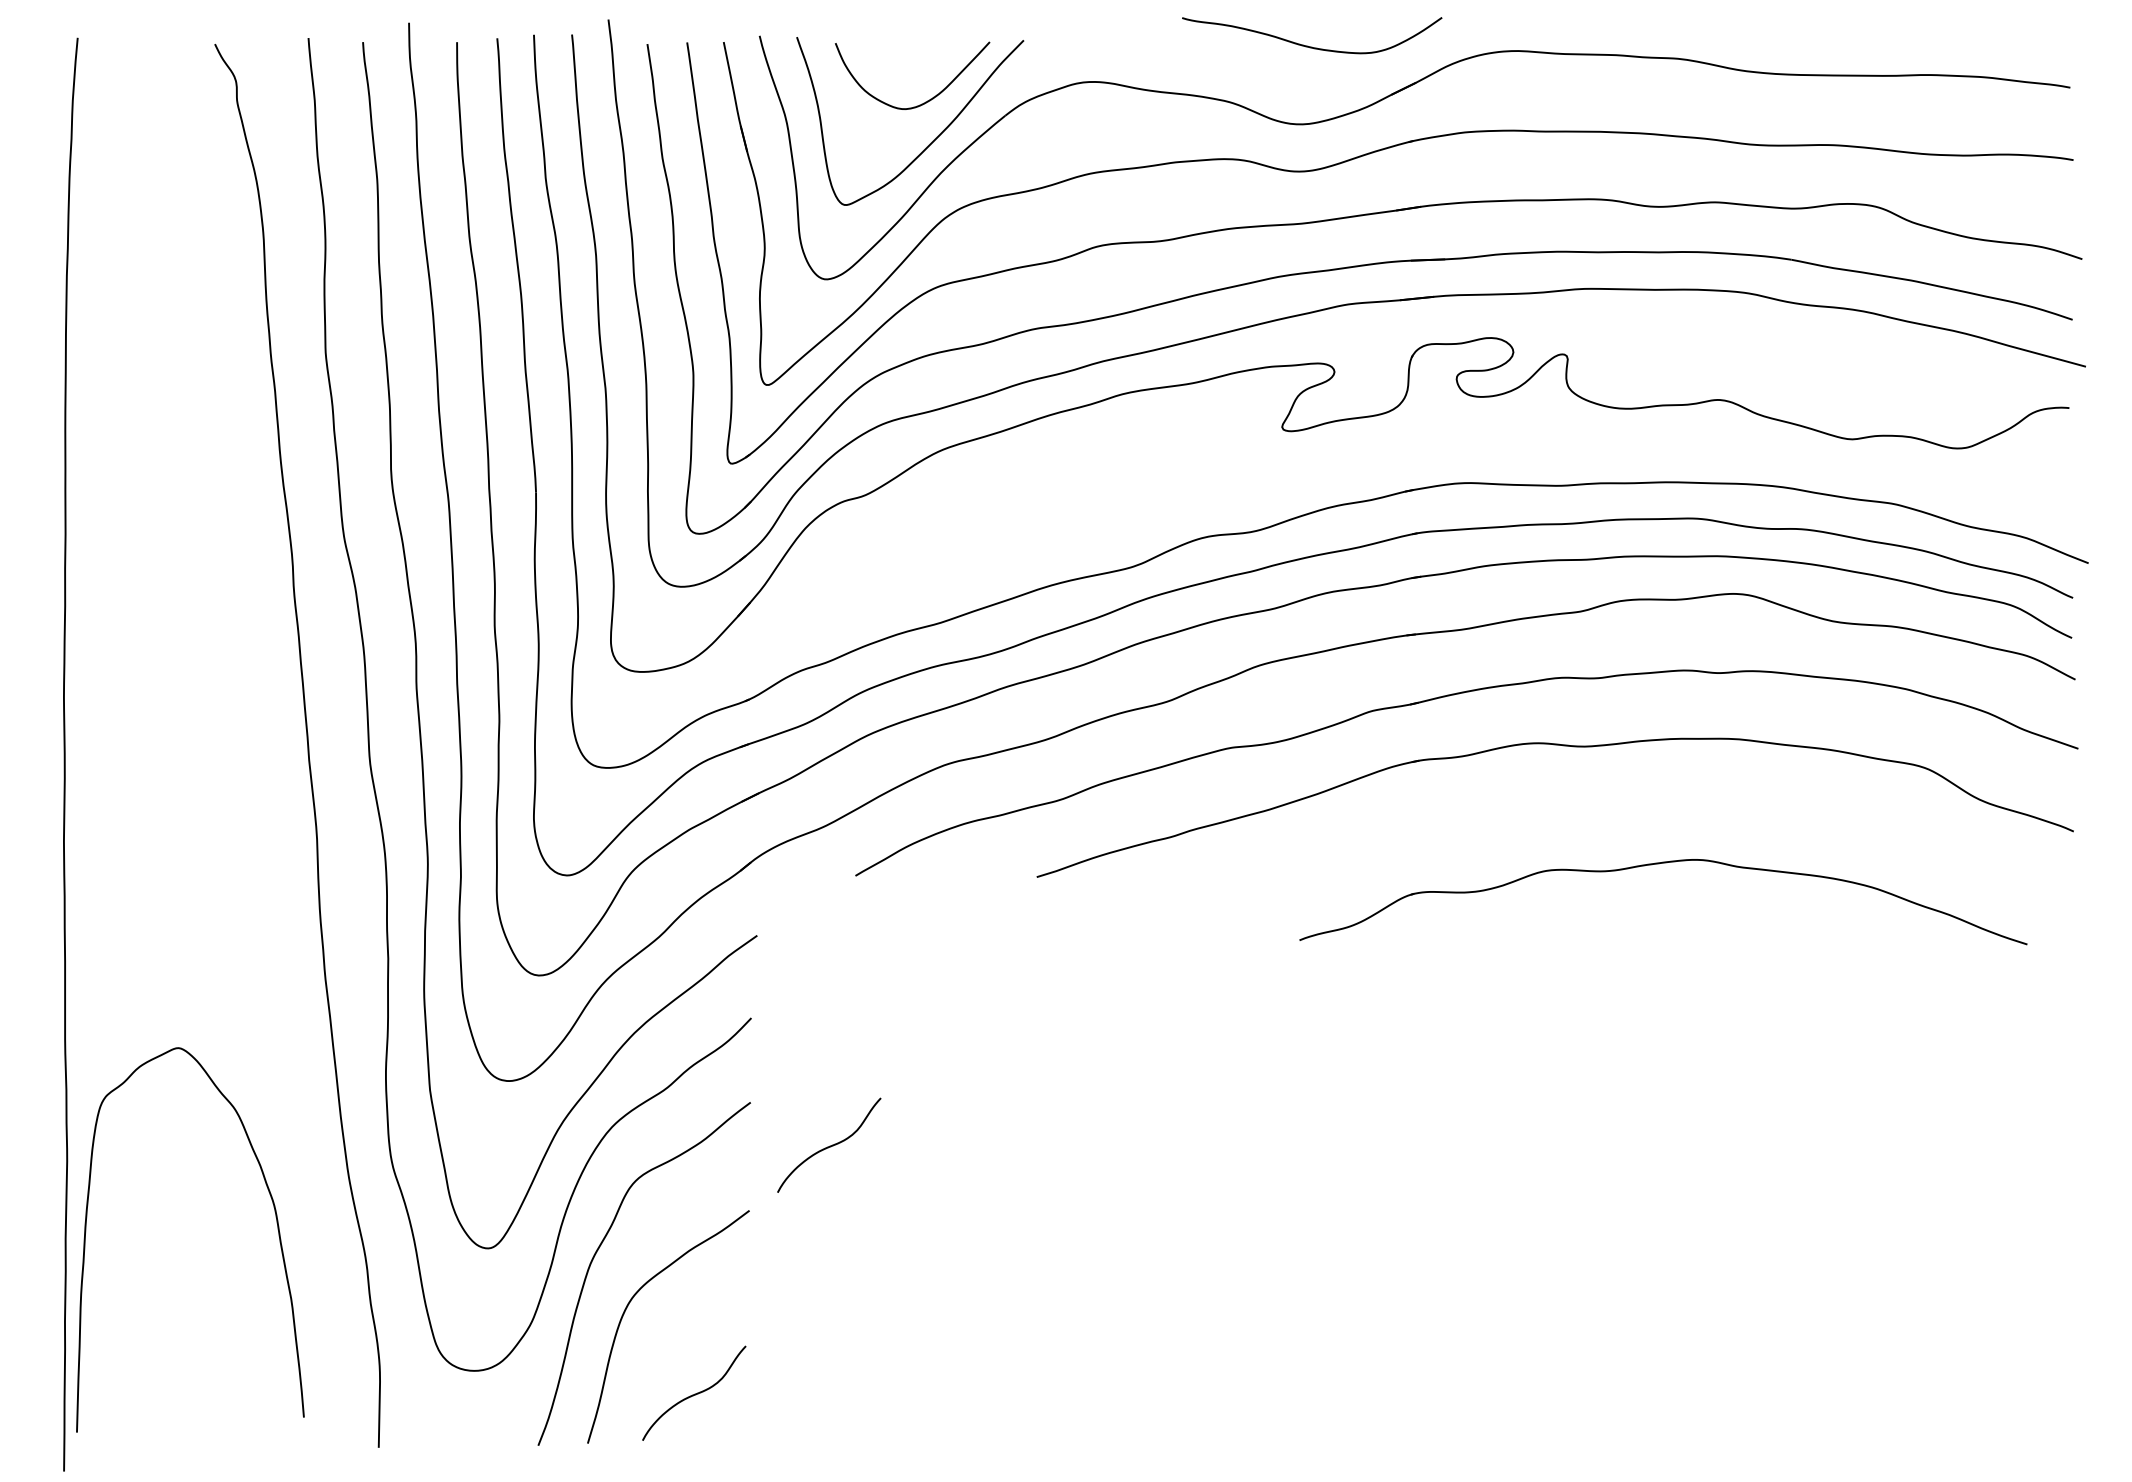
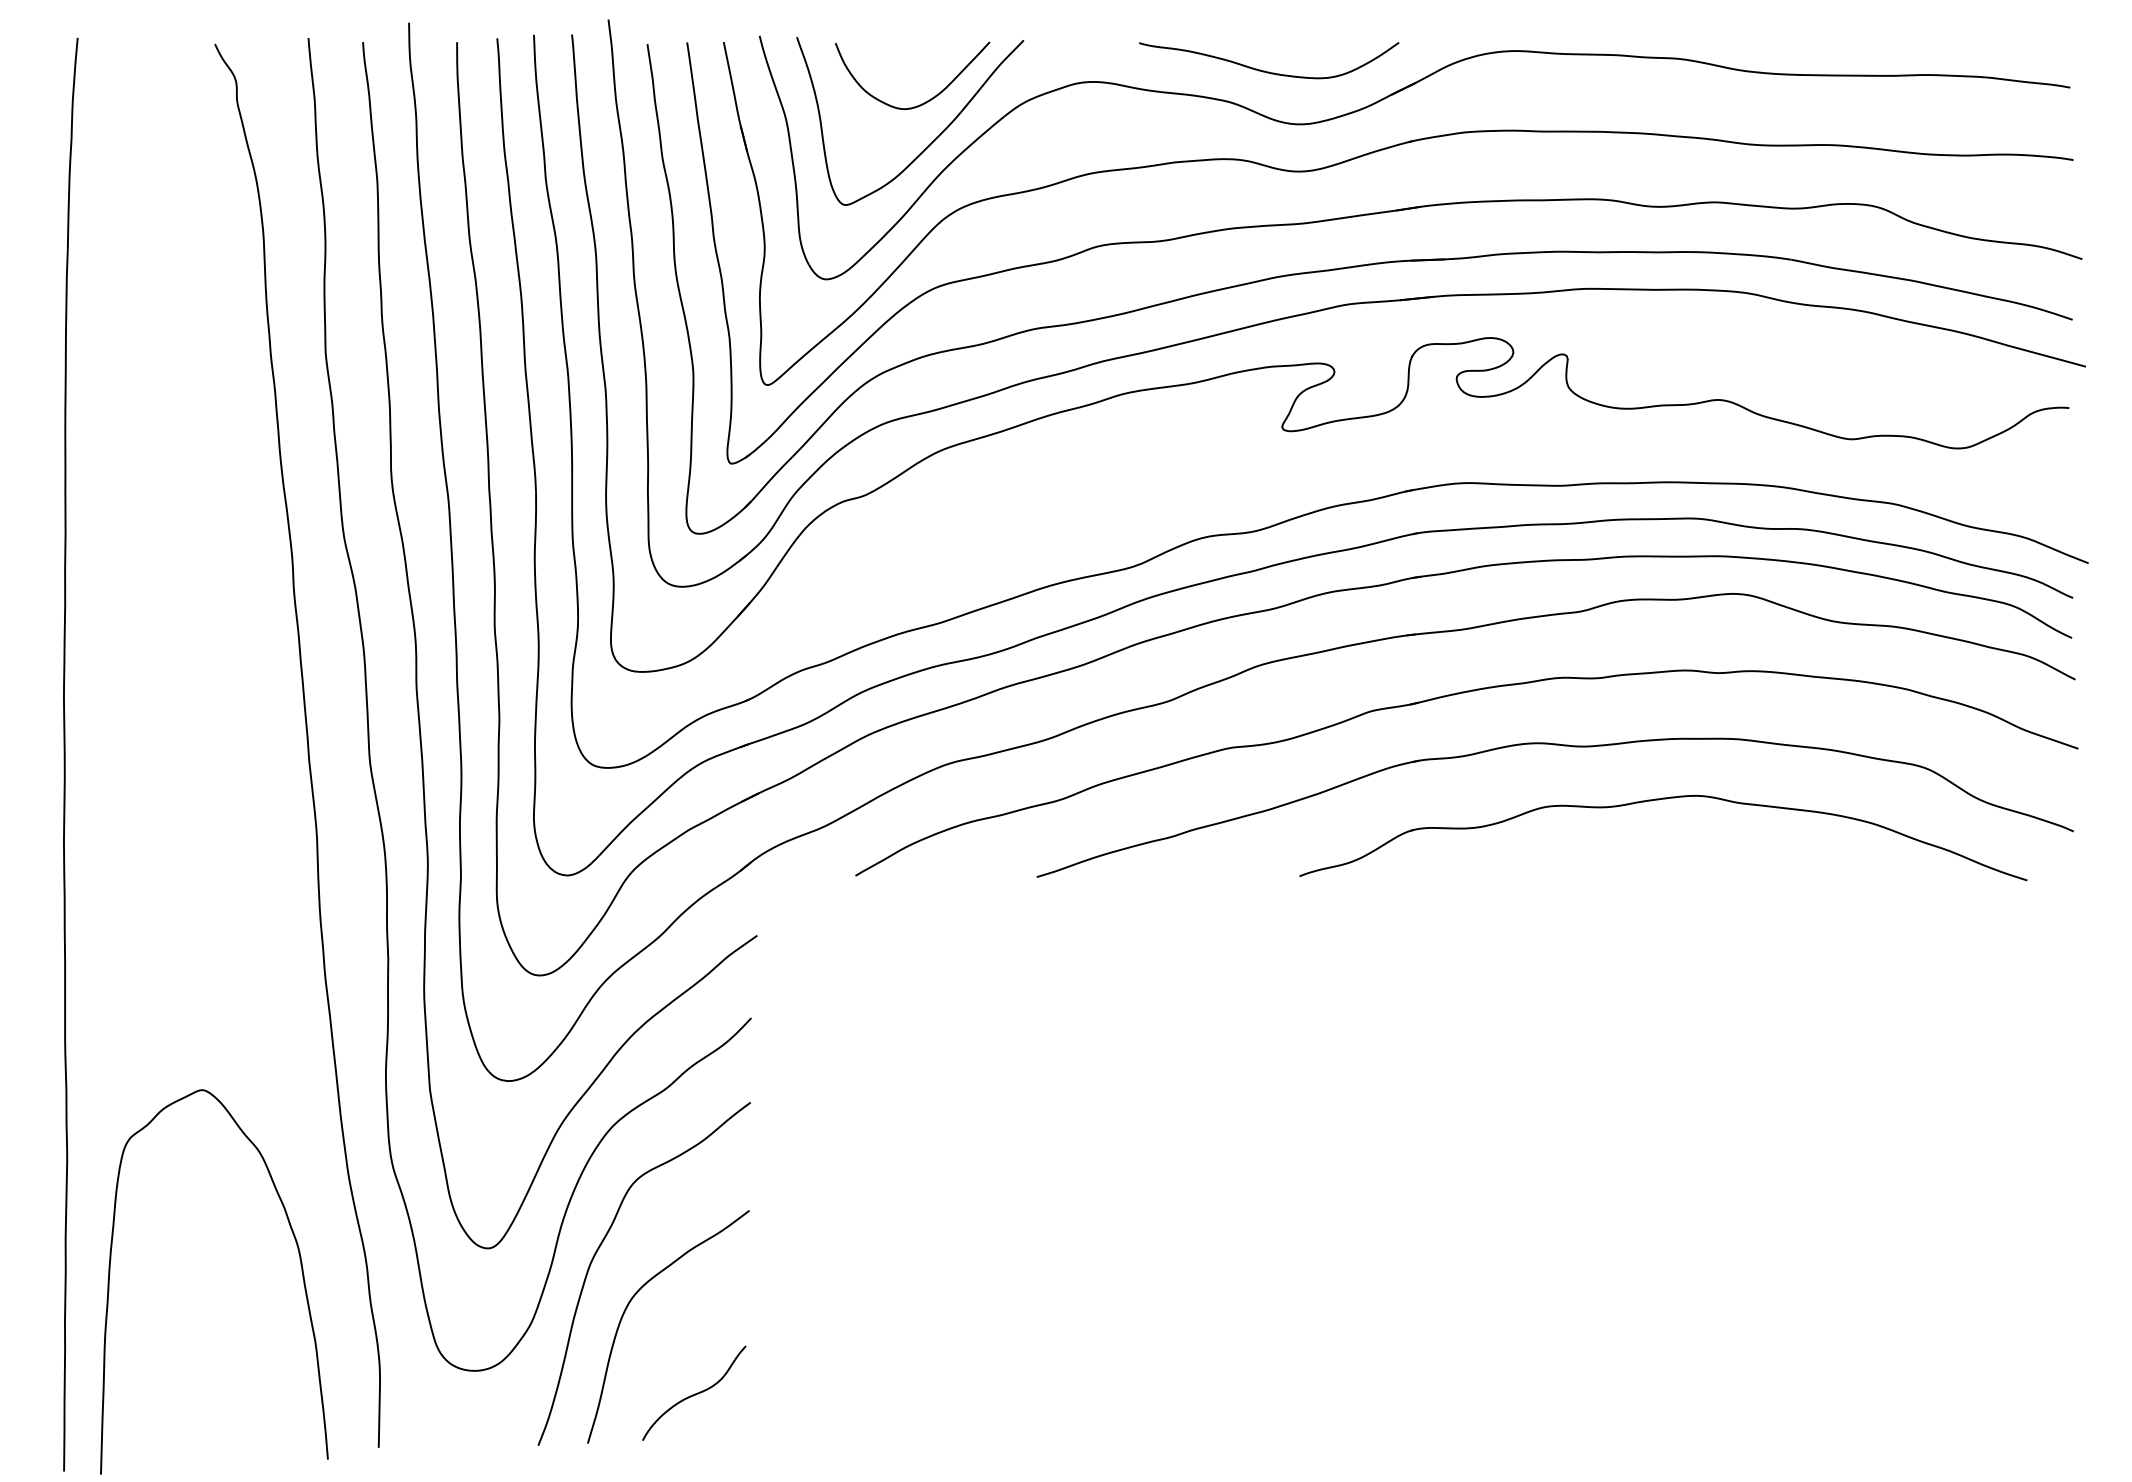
curve at (1312, 46) position: (1312, 46) -> (1269, 71)
part at (1659, 864) position: (1659, 864) -> (1659, 800)
curve at (829, 1145): present -> none
curve at (276, 1223) position: (276, 1223) -> (300, 1265)
